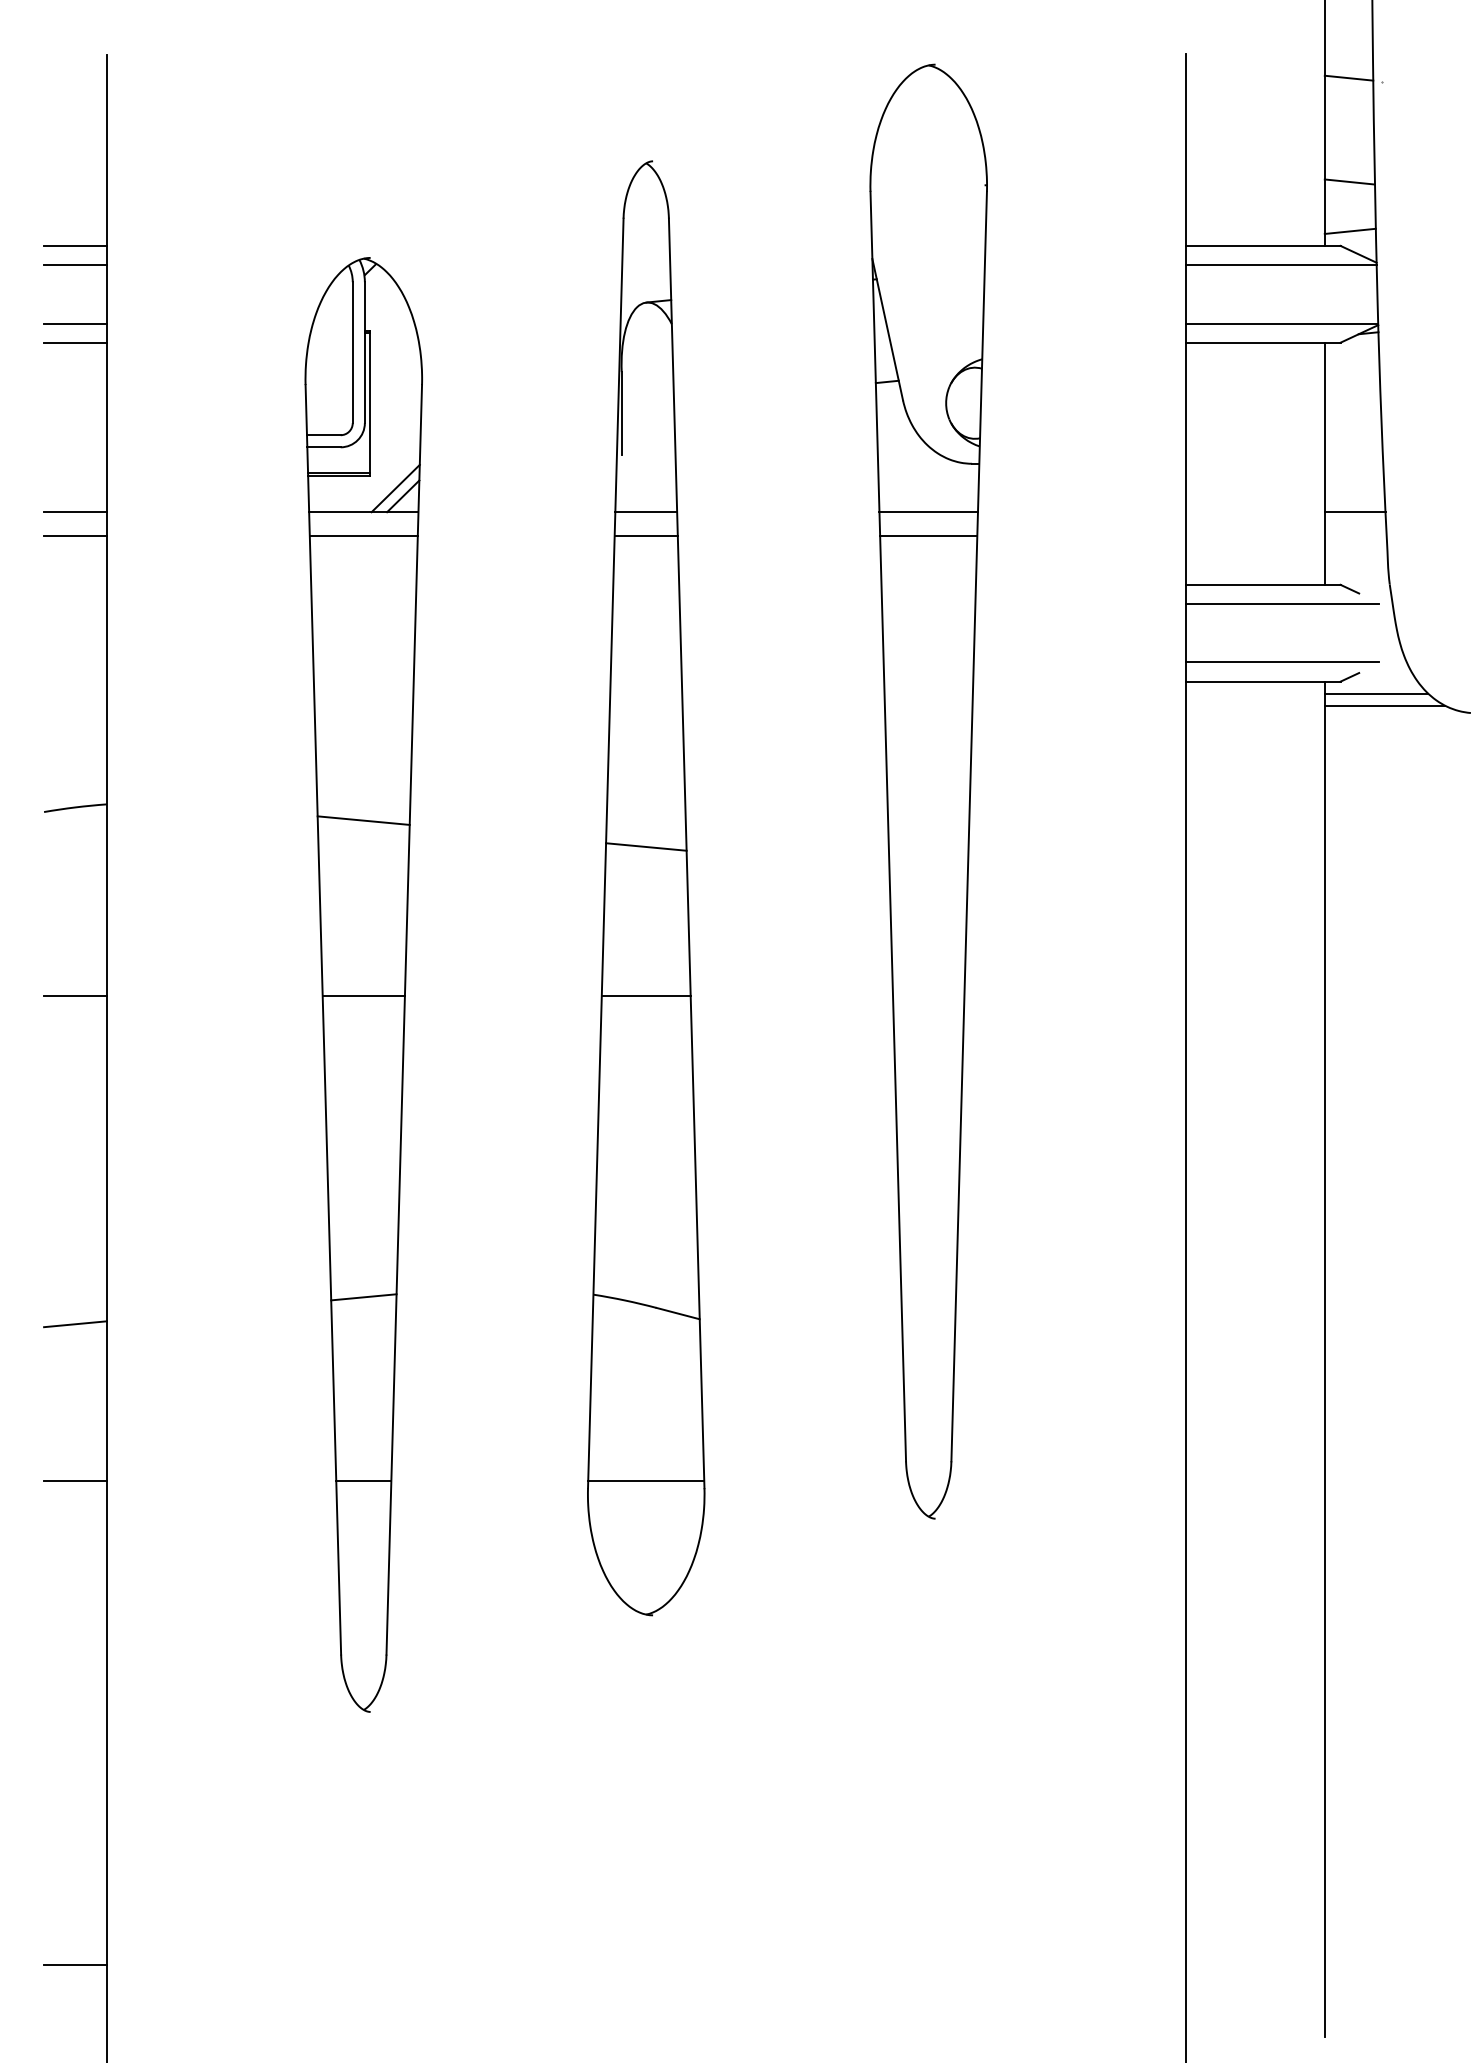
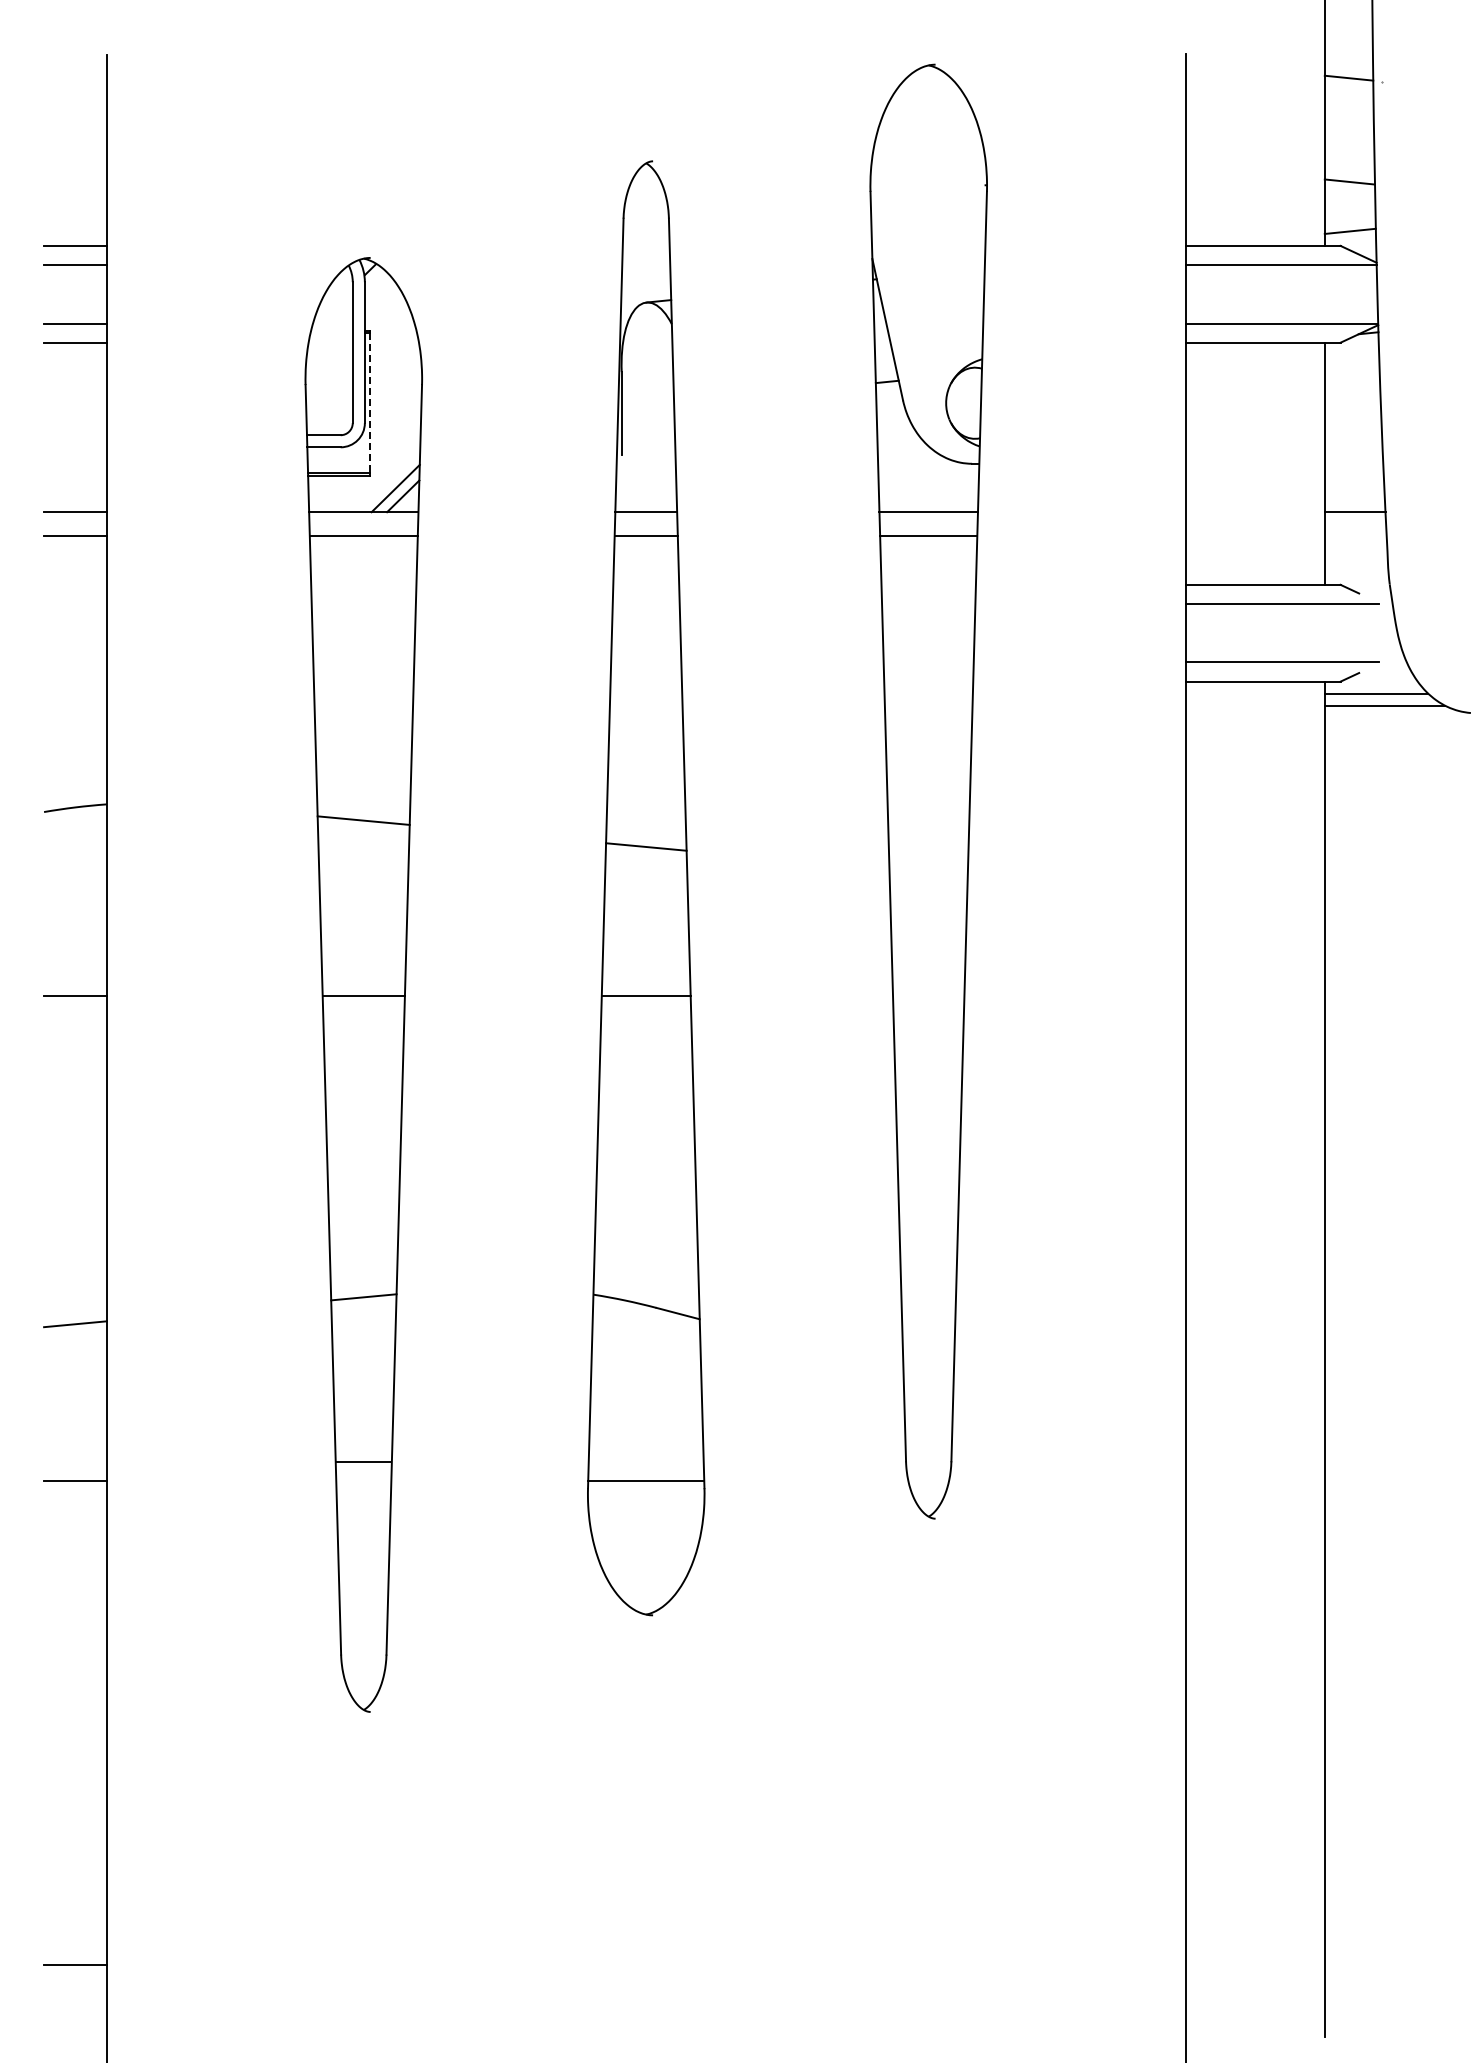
line at (370, 403): solid -> dashed
line at (363, 1480) position: (363, 1480) -> (363, 1461)
